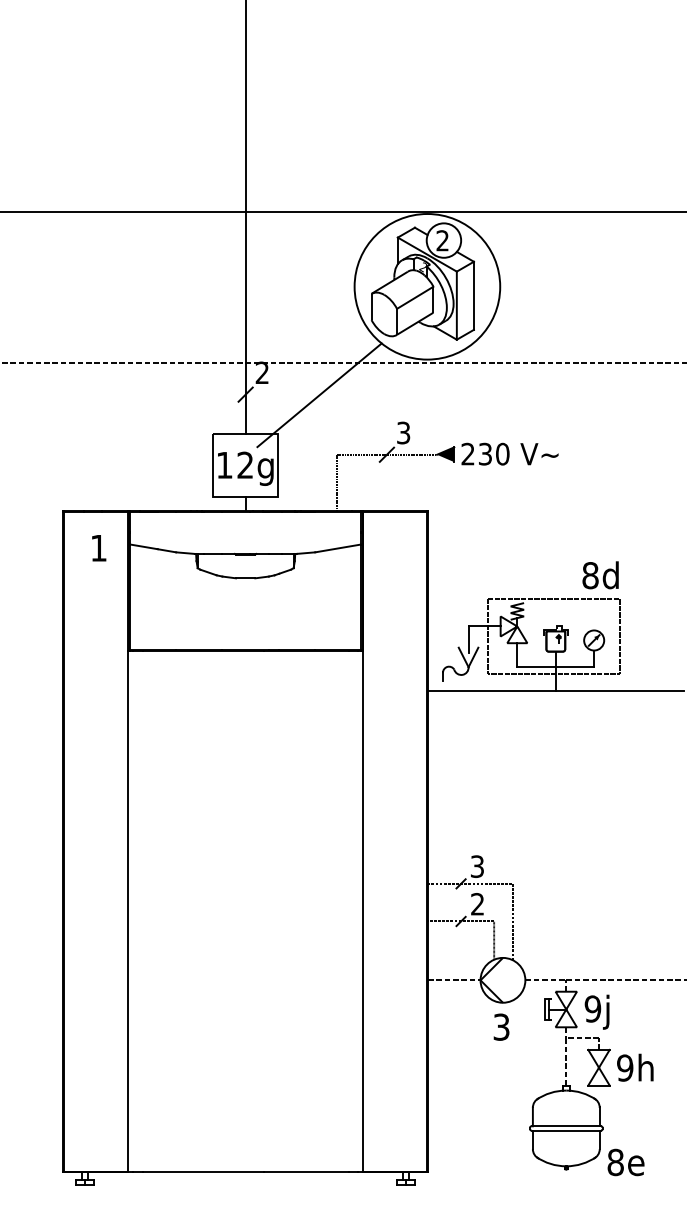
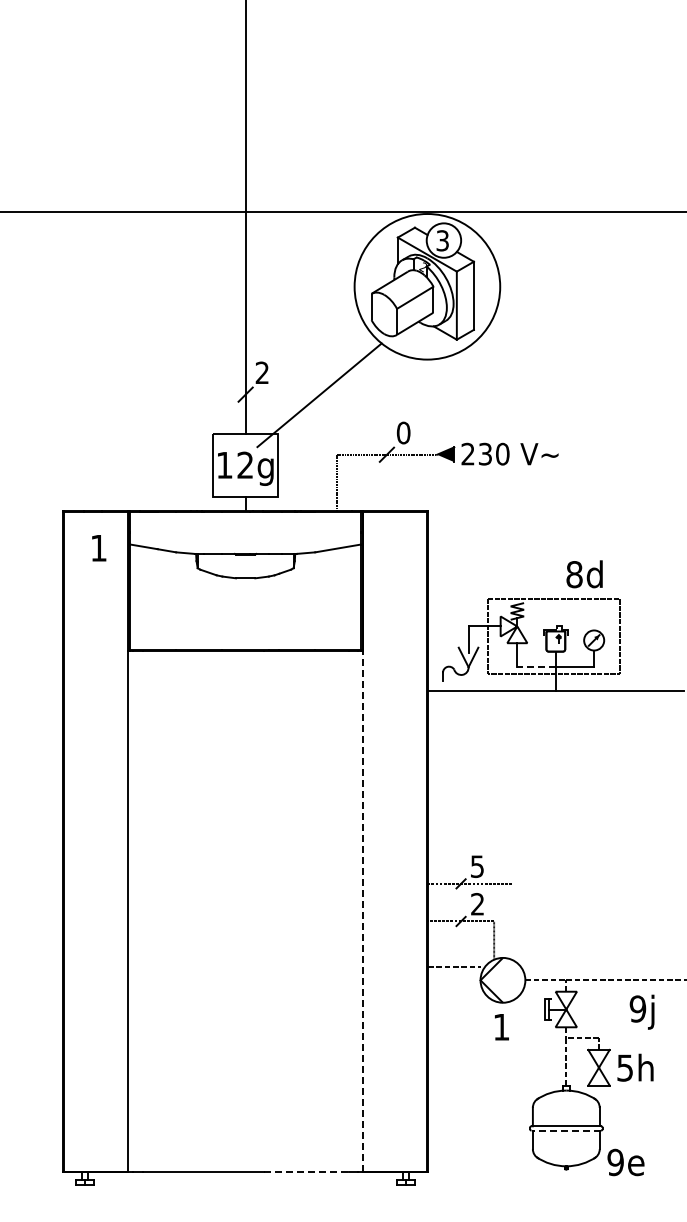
text at (442, 240): 2 -> 3
line at (342, 362): present -> none
text at (403, 432): 3 -> 0
text at (600, 575) position: (600, 575) -> (584, 574)
line at (536, 666): solid -> dashed
text at (477, 866): 3 -> 5
line at (363, 911): solid -> dashed
line at (513, 921): present -> none
line at (453, 980) position: (453, 980) -> (453, 967)
text at (596, 1011) position: (596, 1011) -> (641, 1011)
text at (501, 1026): 3 -> 1
text at (625, 1067): 9h -> 5h
line at (566, 1130): solid -> dashed
text at (615, 1162): 8e -> 9e
line at (306, 1172): solid -> dashed
